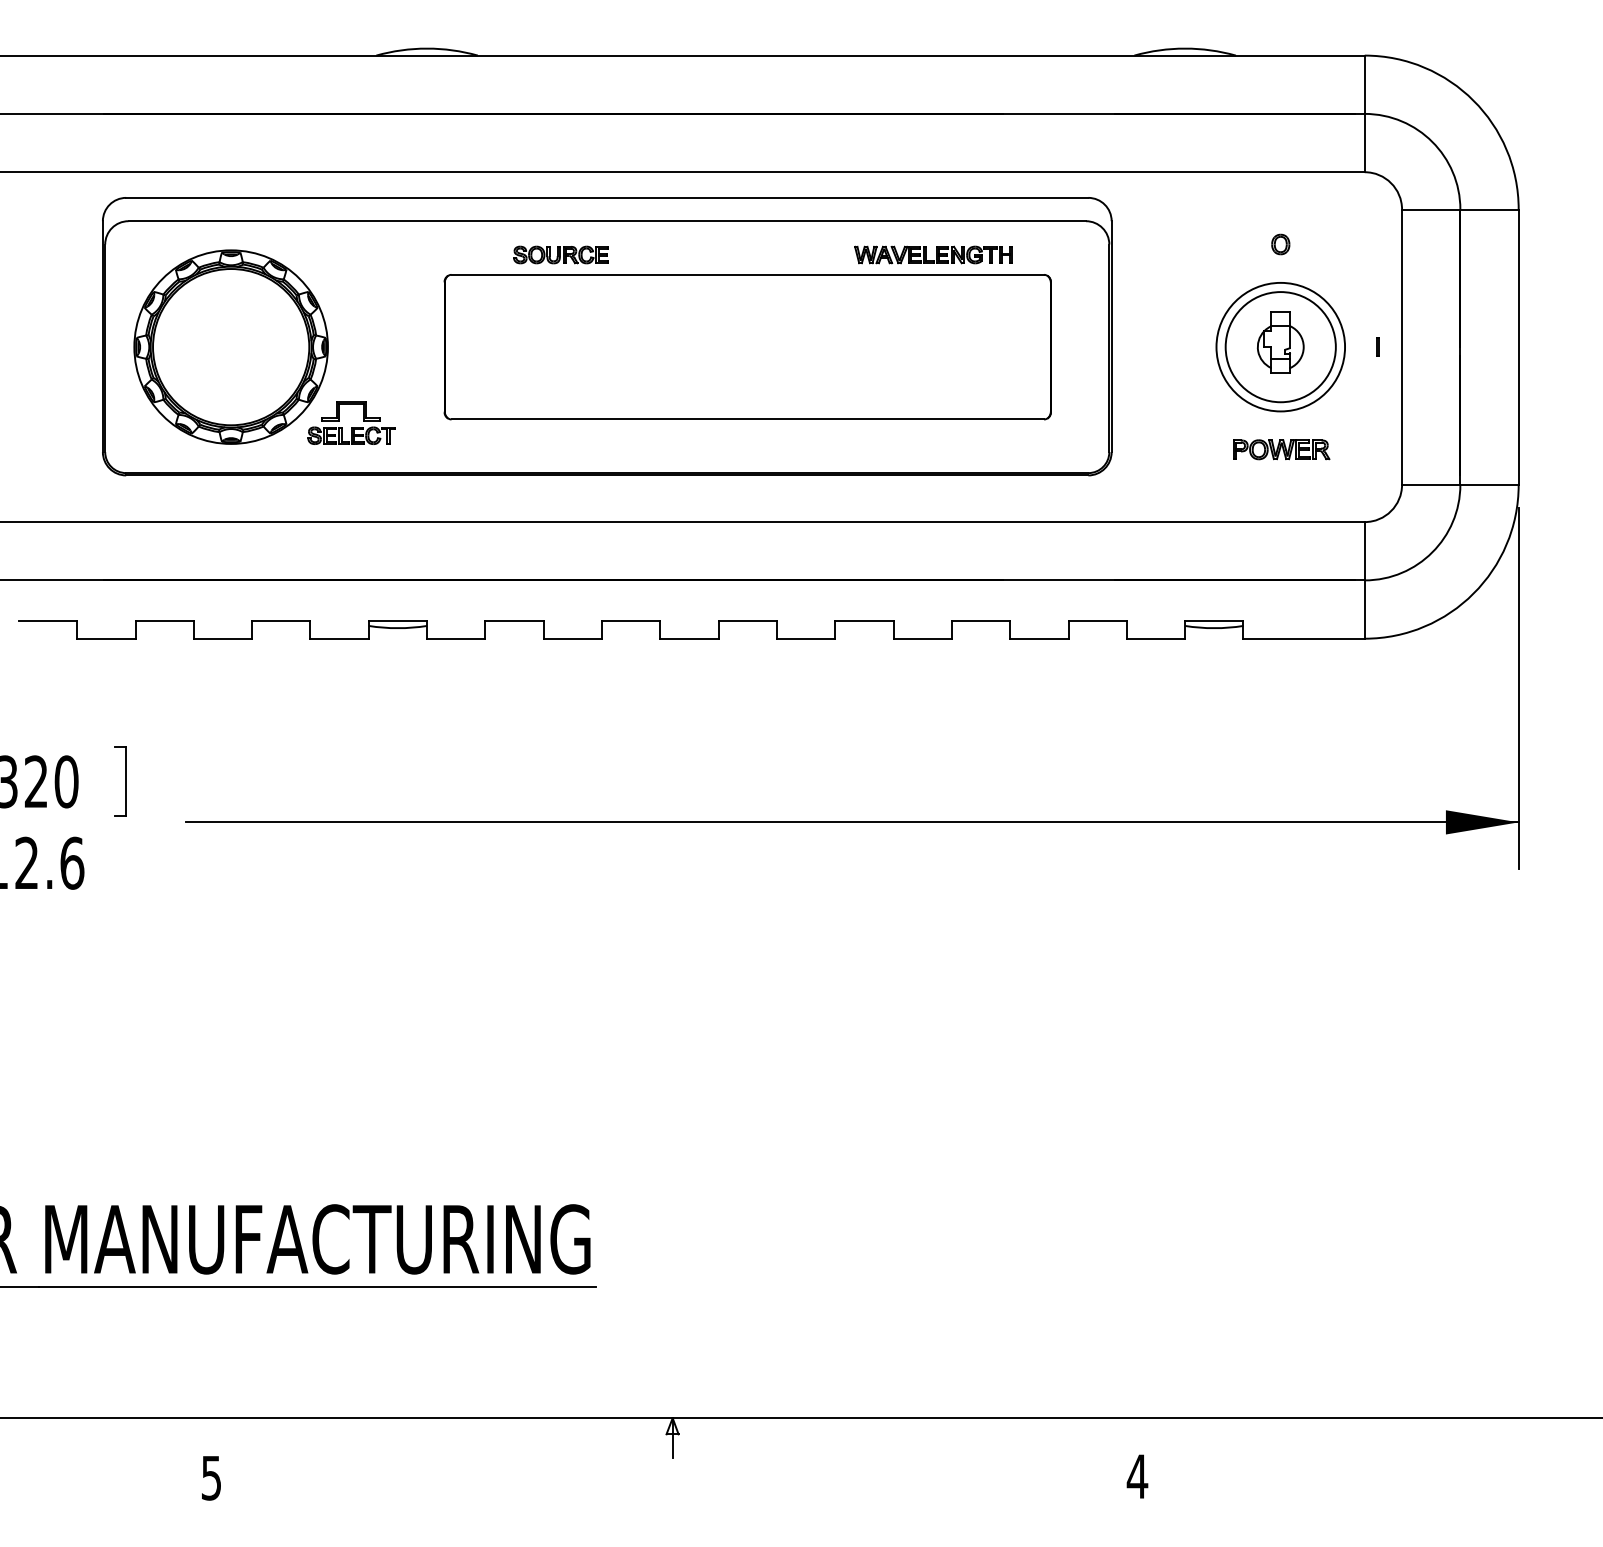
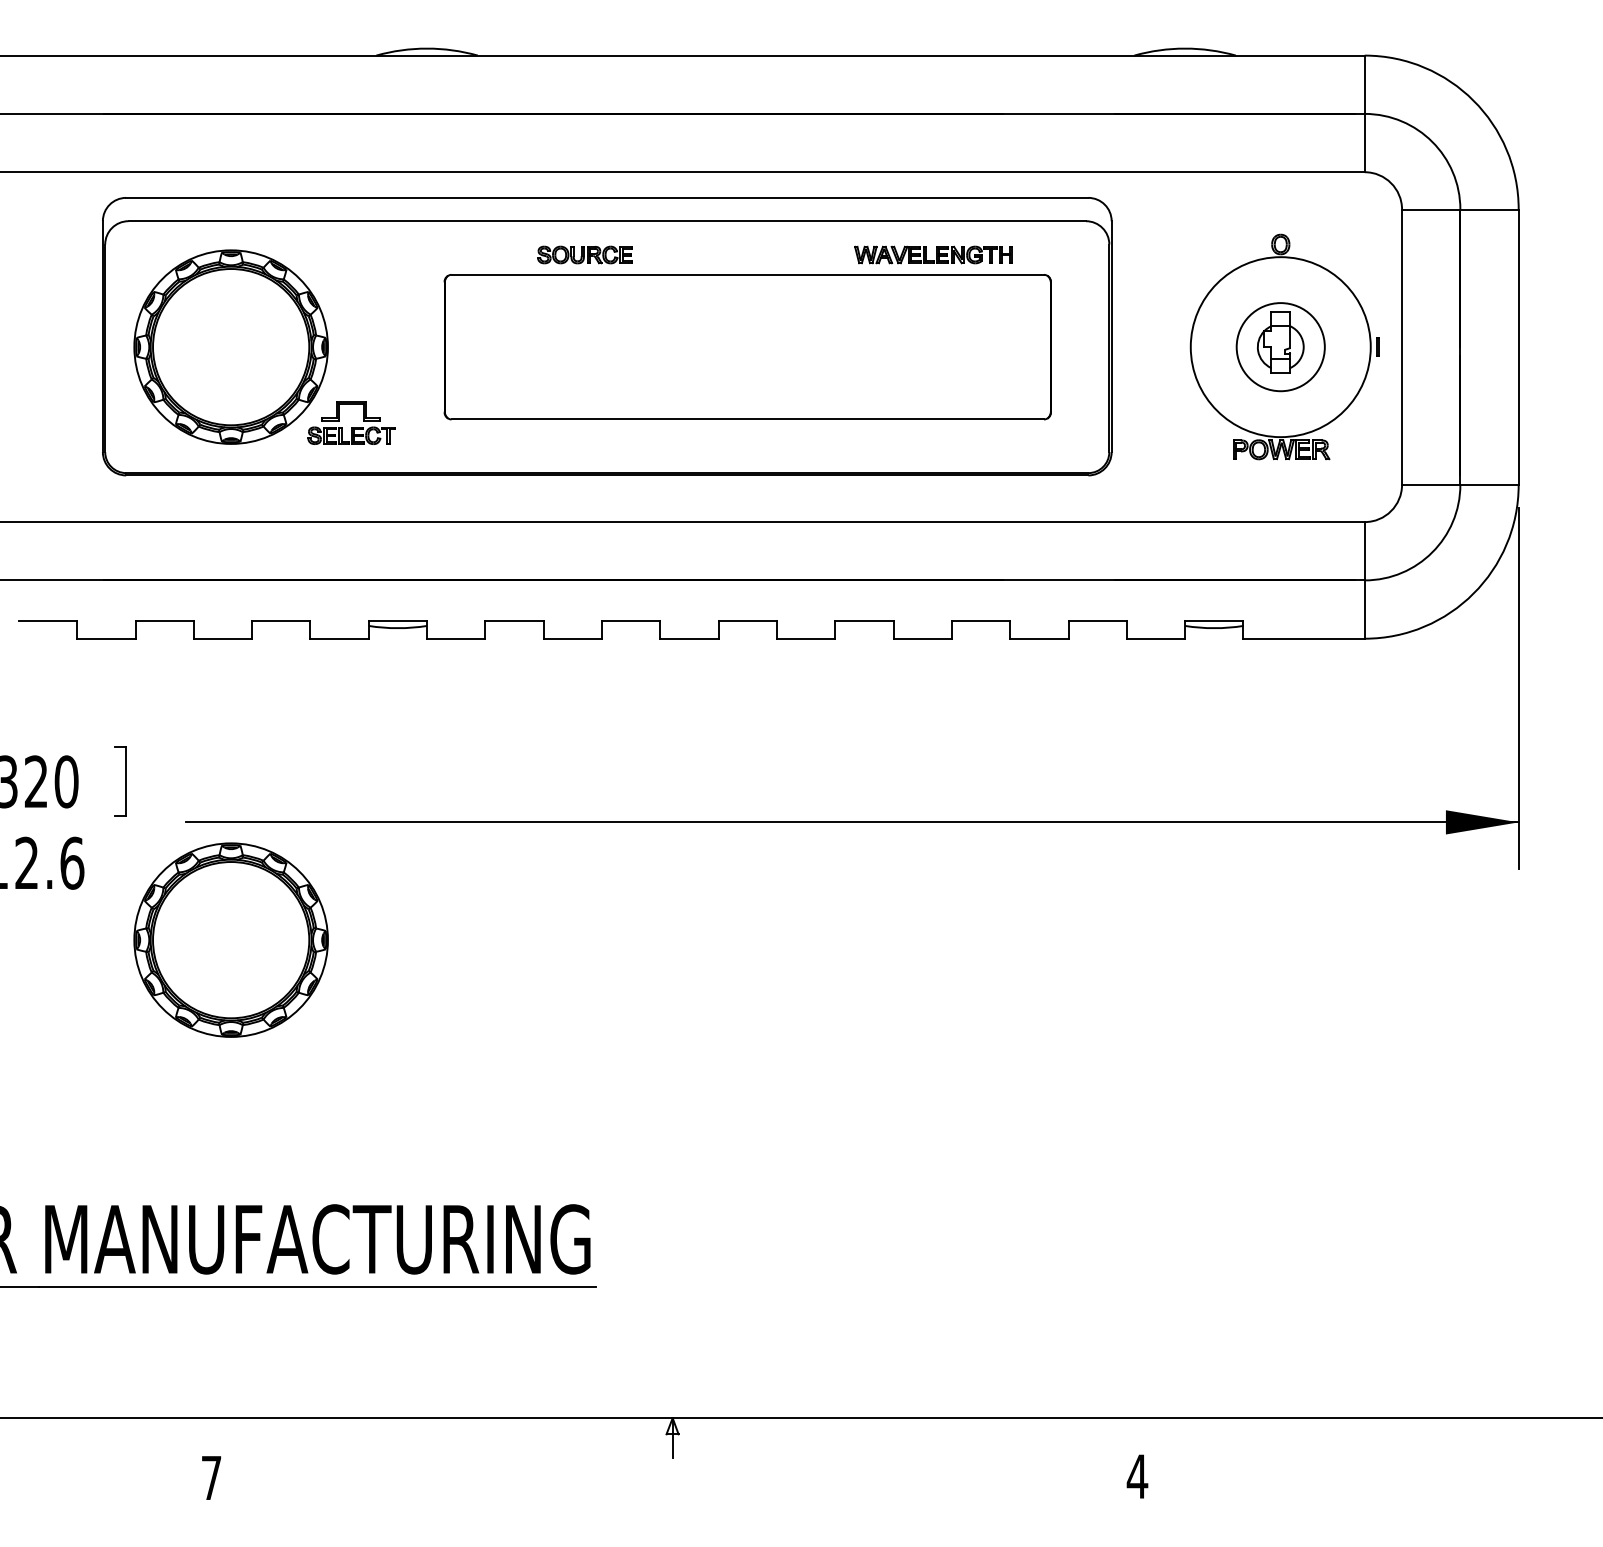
part at (560, 254) position: (560, 254) -> (584, 254)
circle at (1280, 346) diameter: 129 px -> 180 px
circle at (1280, 347) diameter: 110 px -> 88 px
part at (230, 939): none -> present
text at (211, 1478): 5 -> 7
